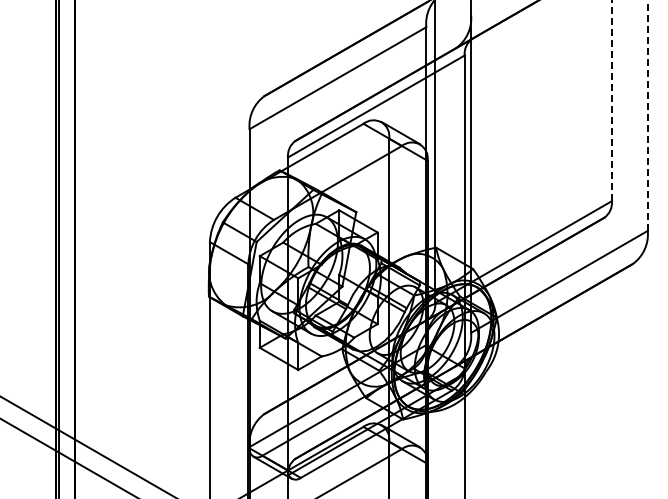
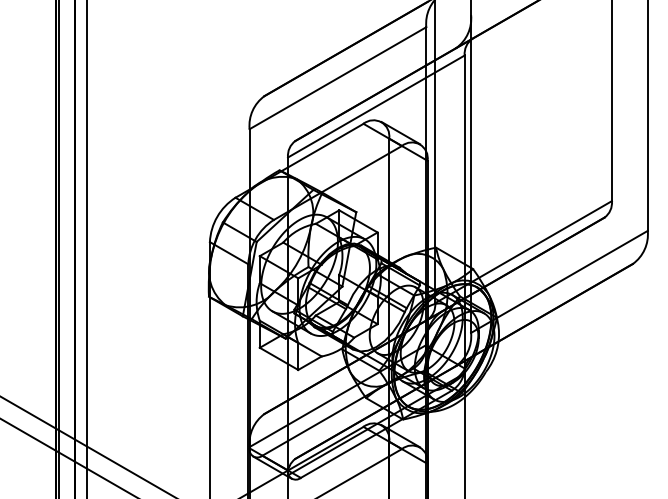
line at (611, 100): dashed -> solid
line at (647, 115): dashed -> solid
line at (86, 248): none -> present
